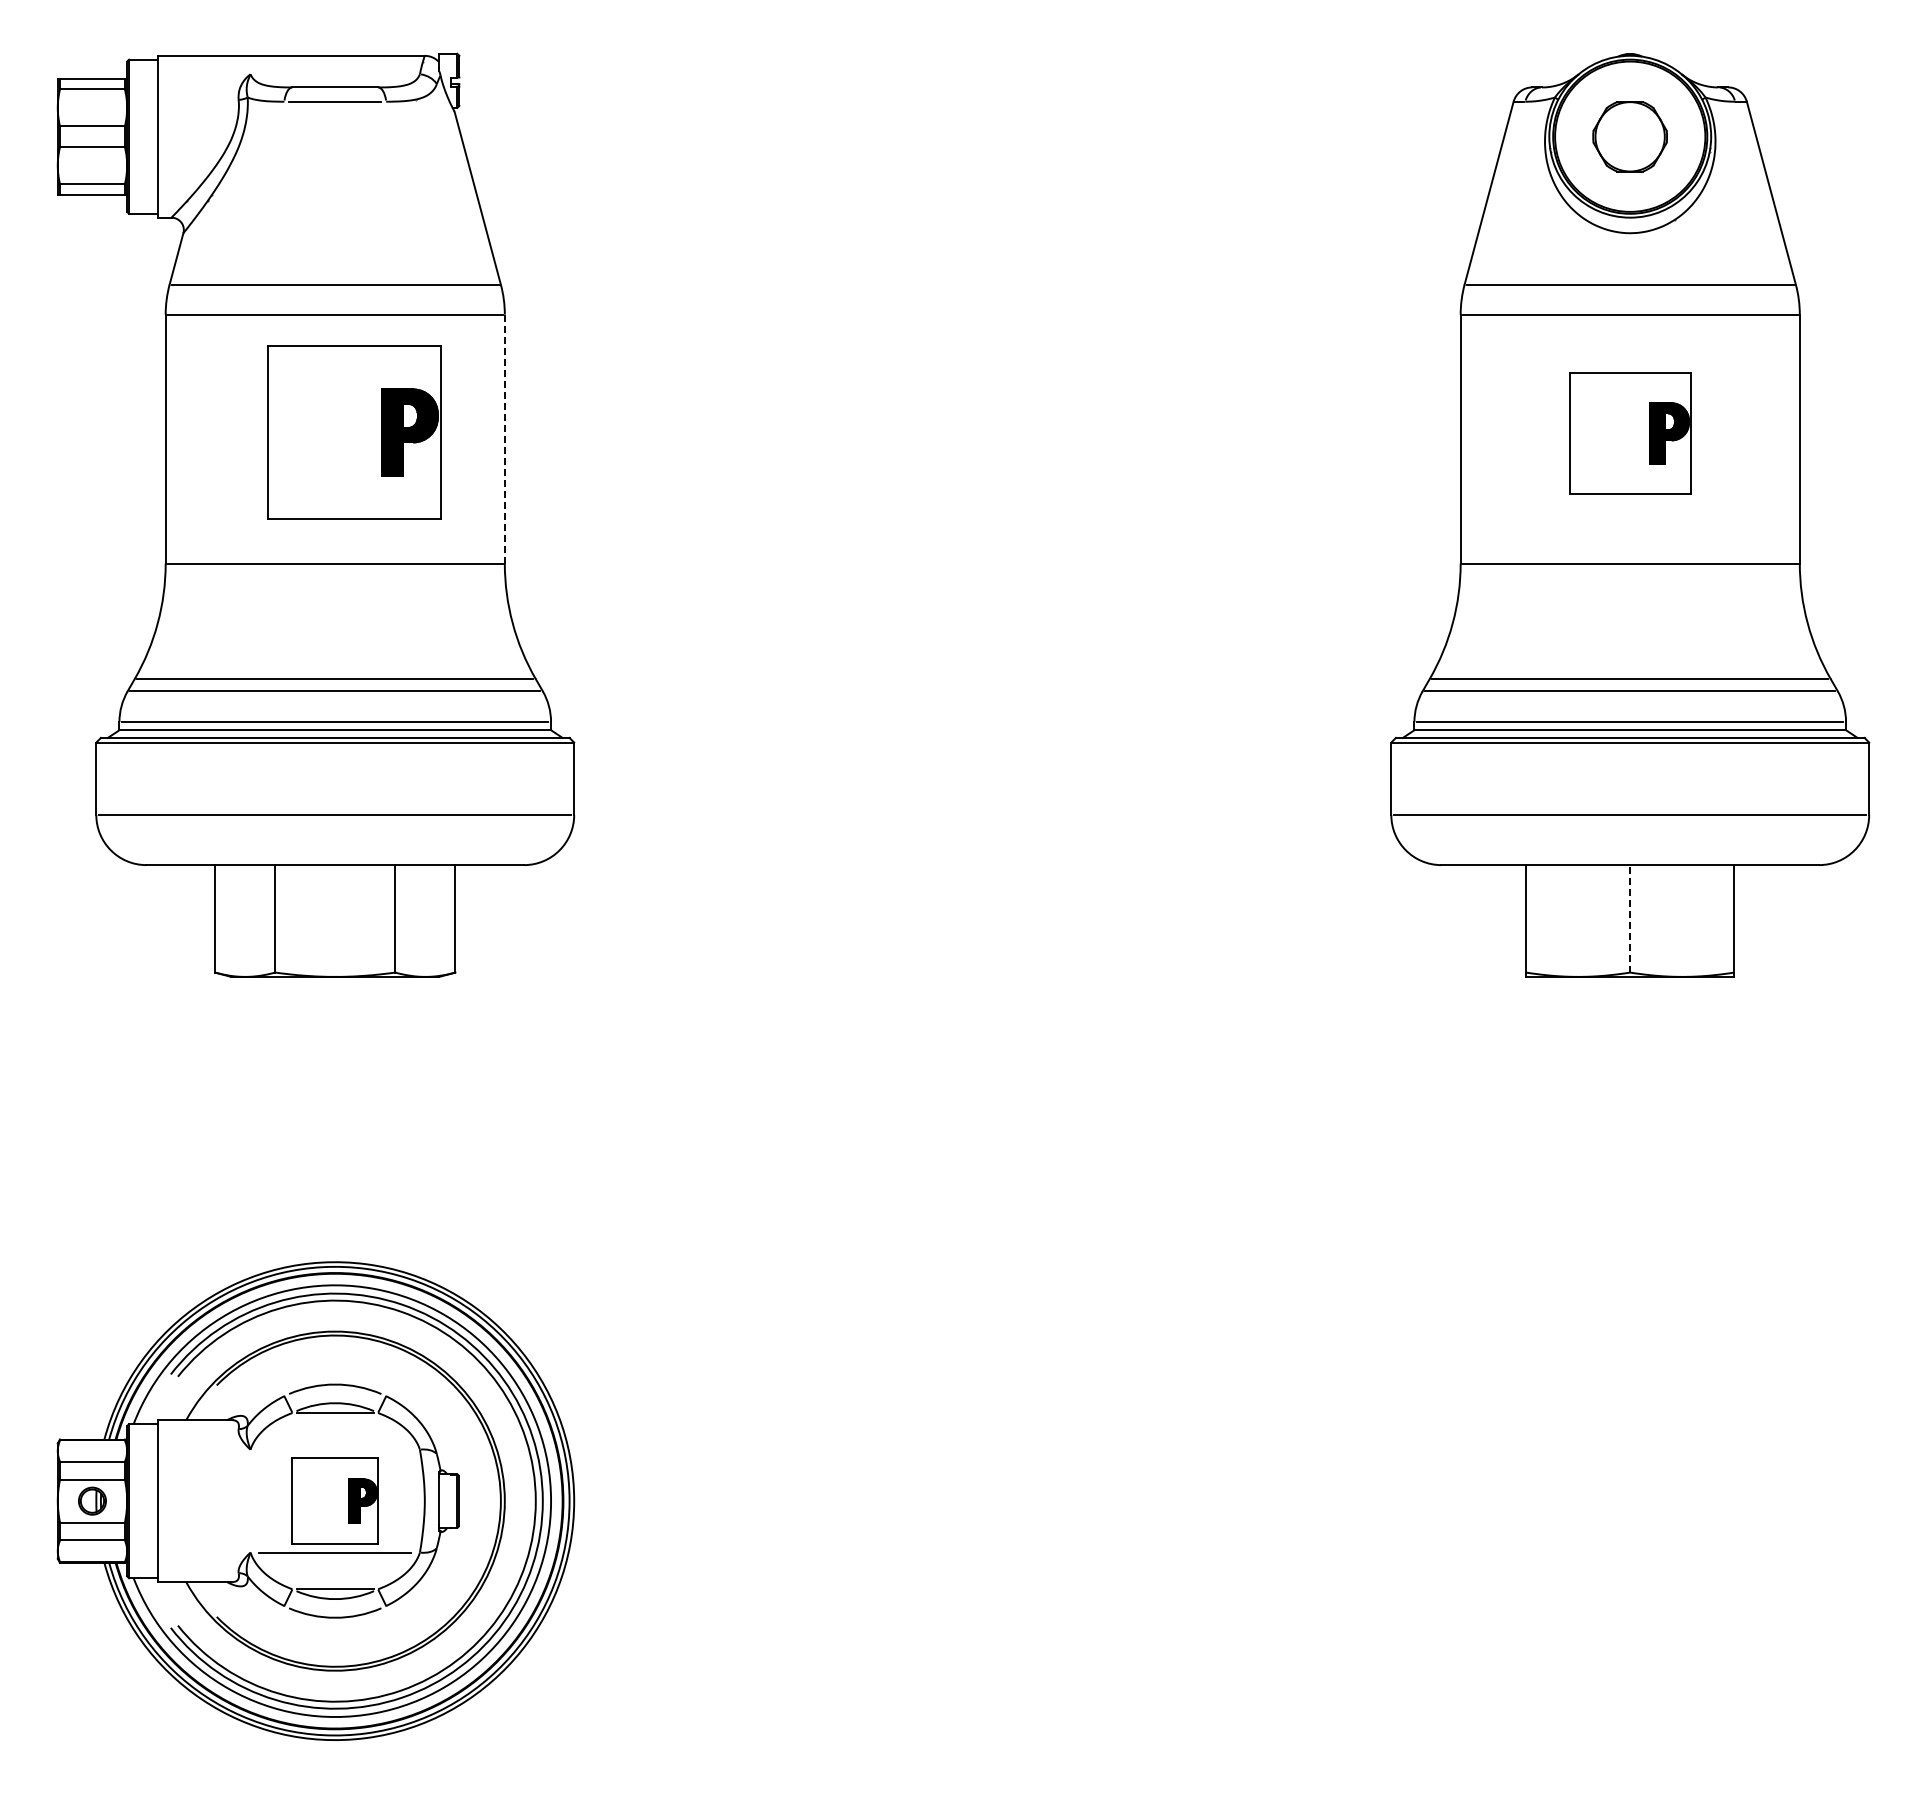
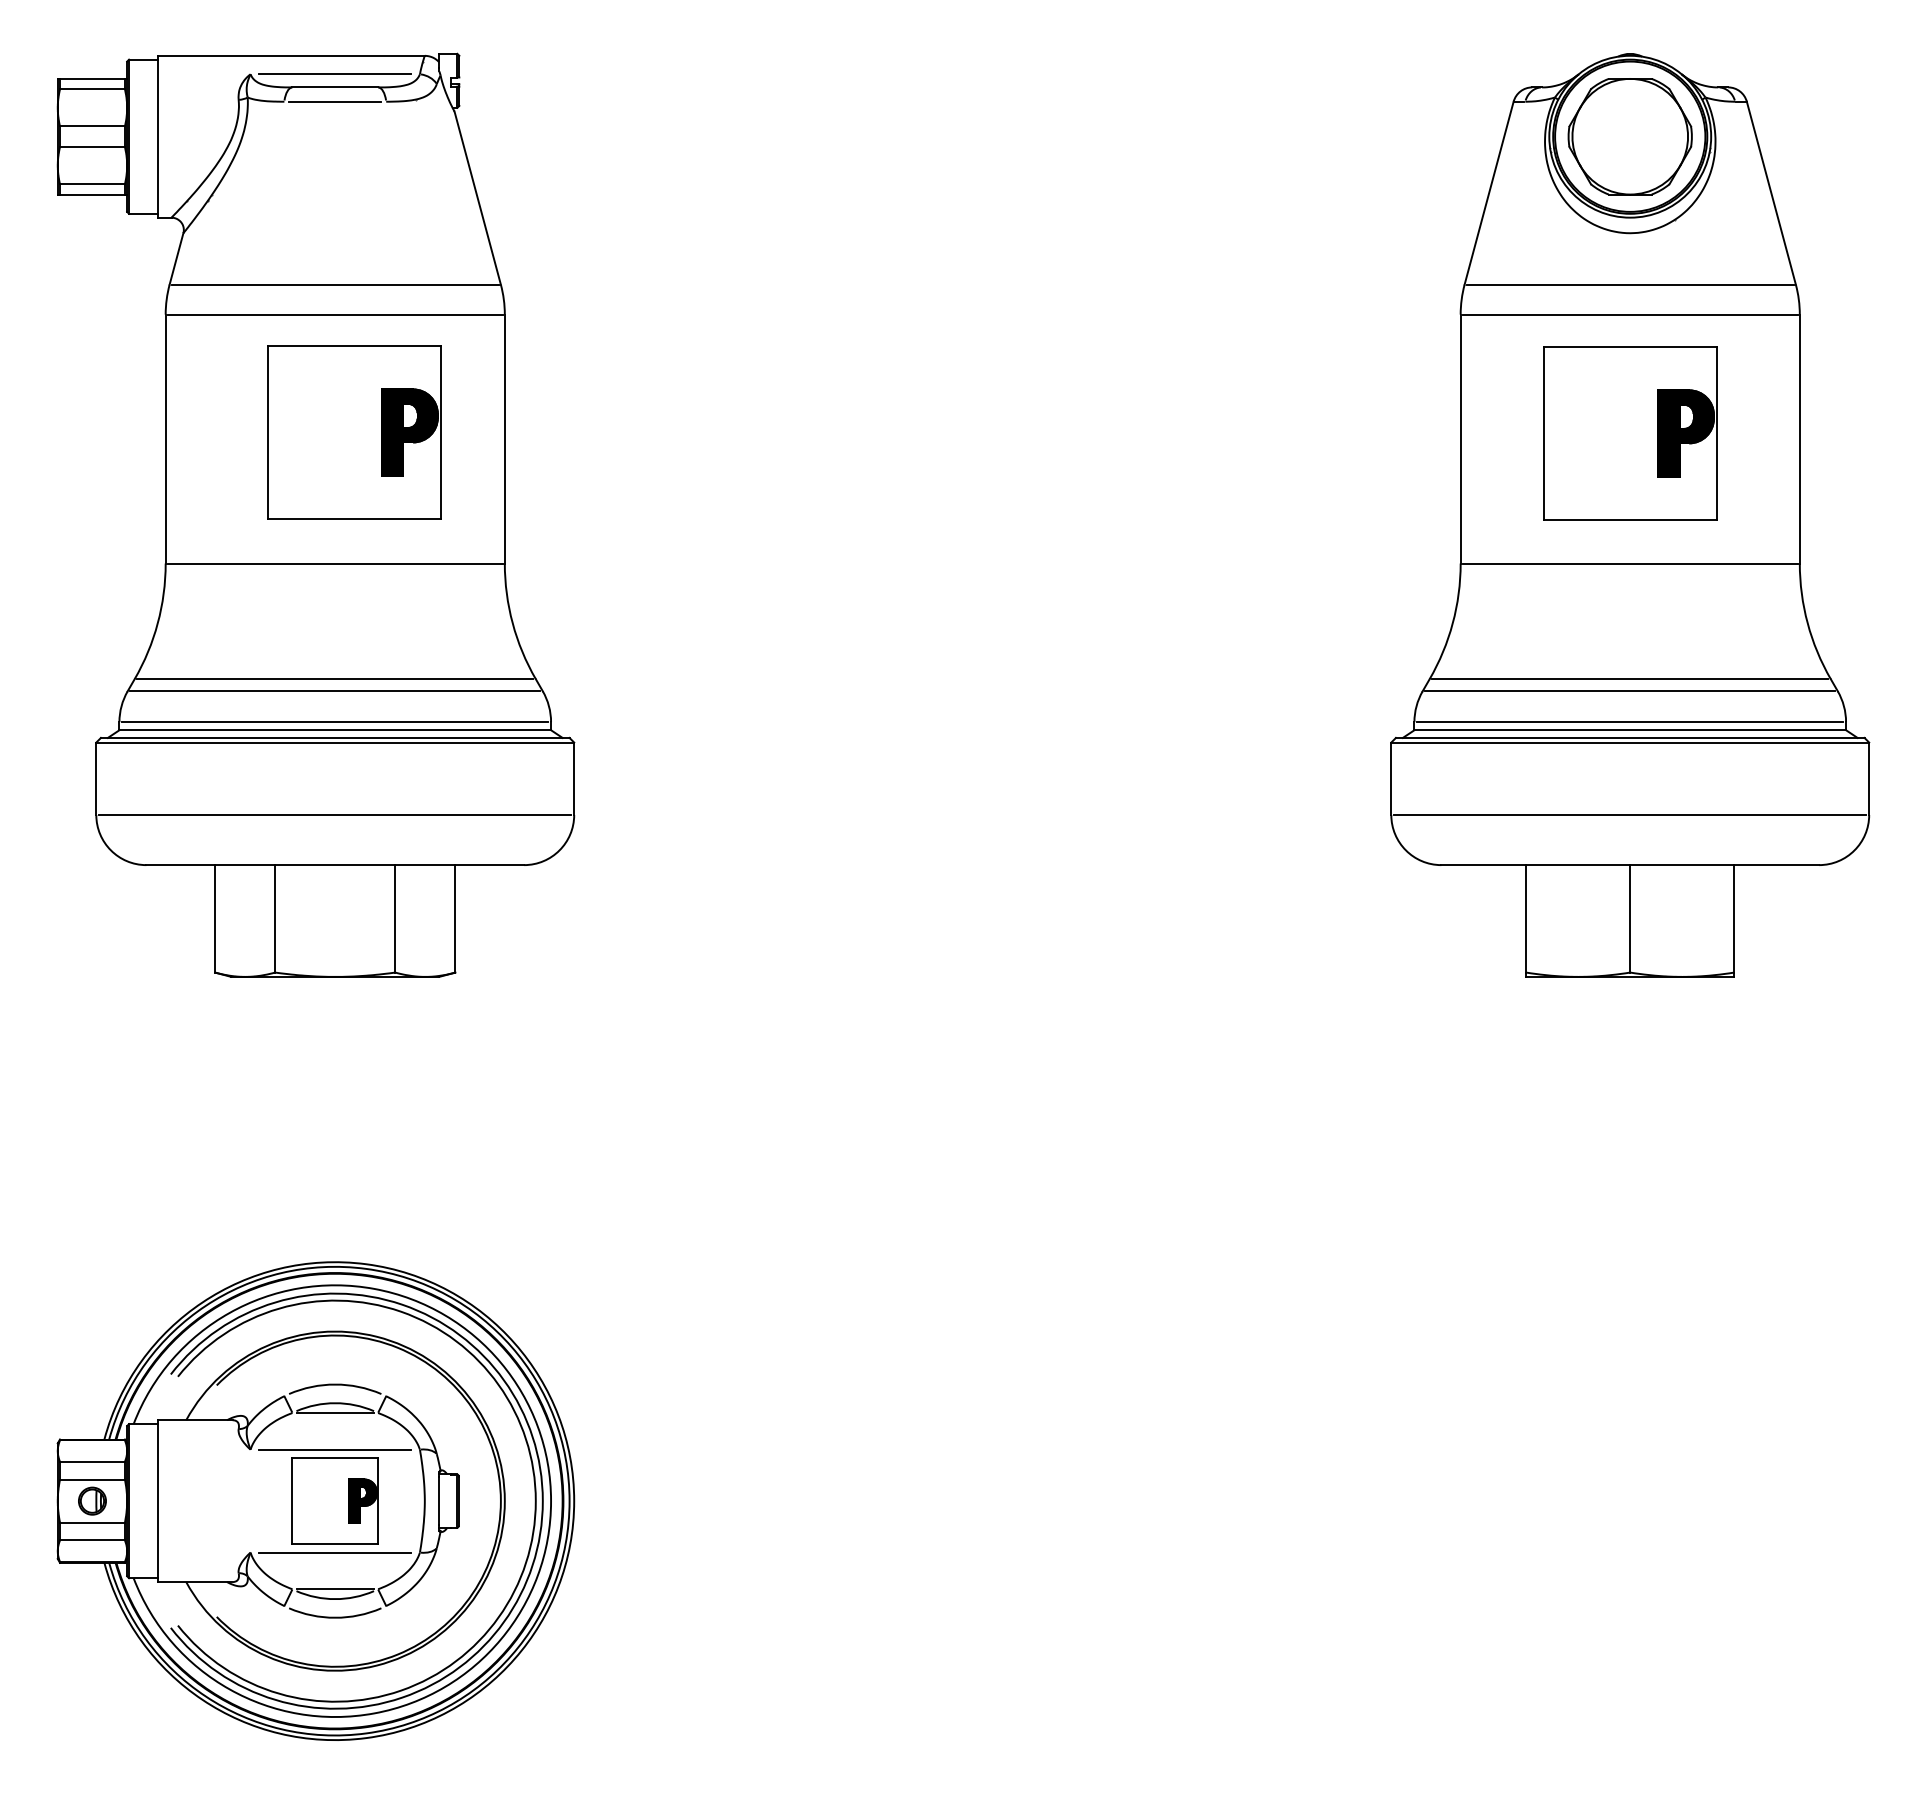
line at (335, 74): none -> present
part at (1629, 136) size: 76x72 px -> 126x118 px
part at (1630, 433) size: 123x123 px -> 175x175 px
line at (504, 438): dashed -> solid
line at (1630, 918): dashed -> solid
line at (335, 1449): none -> present
